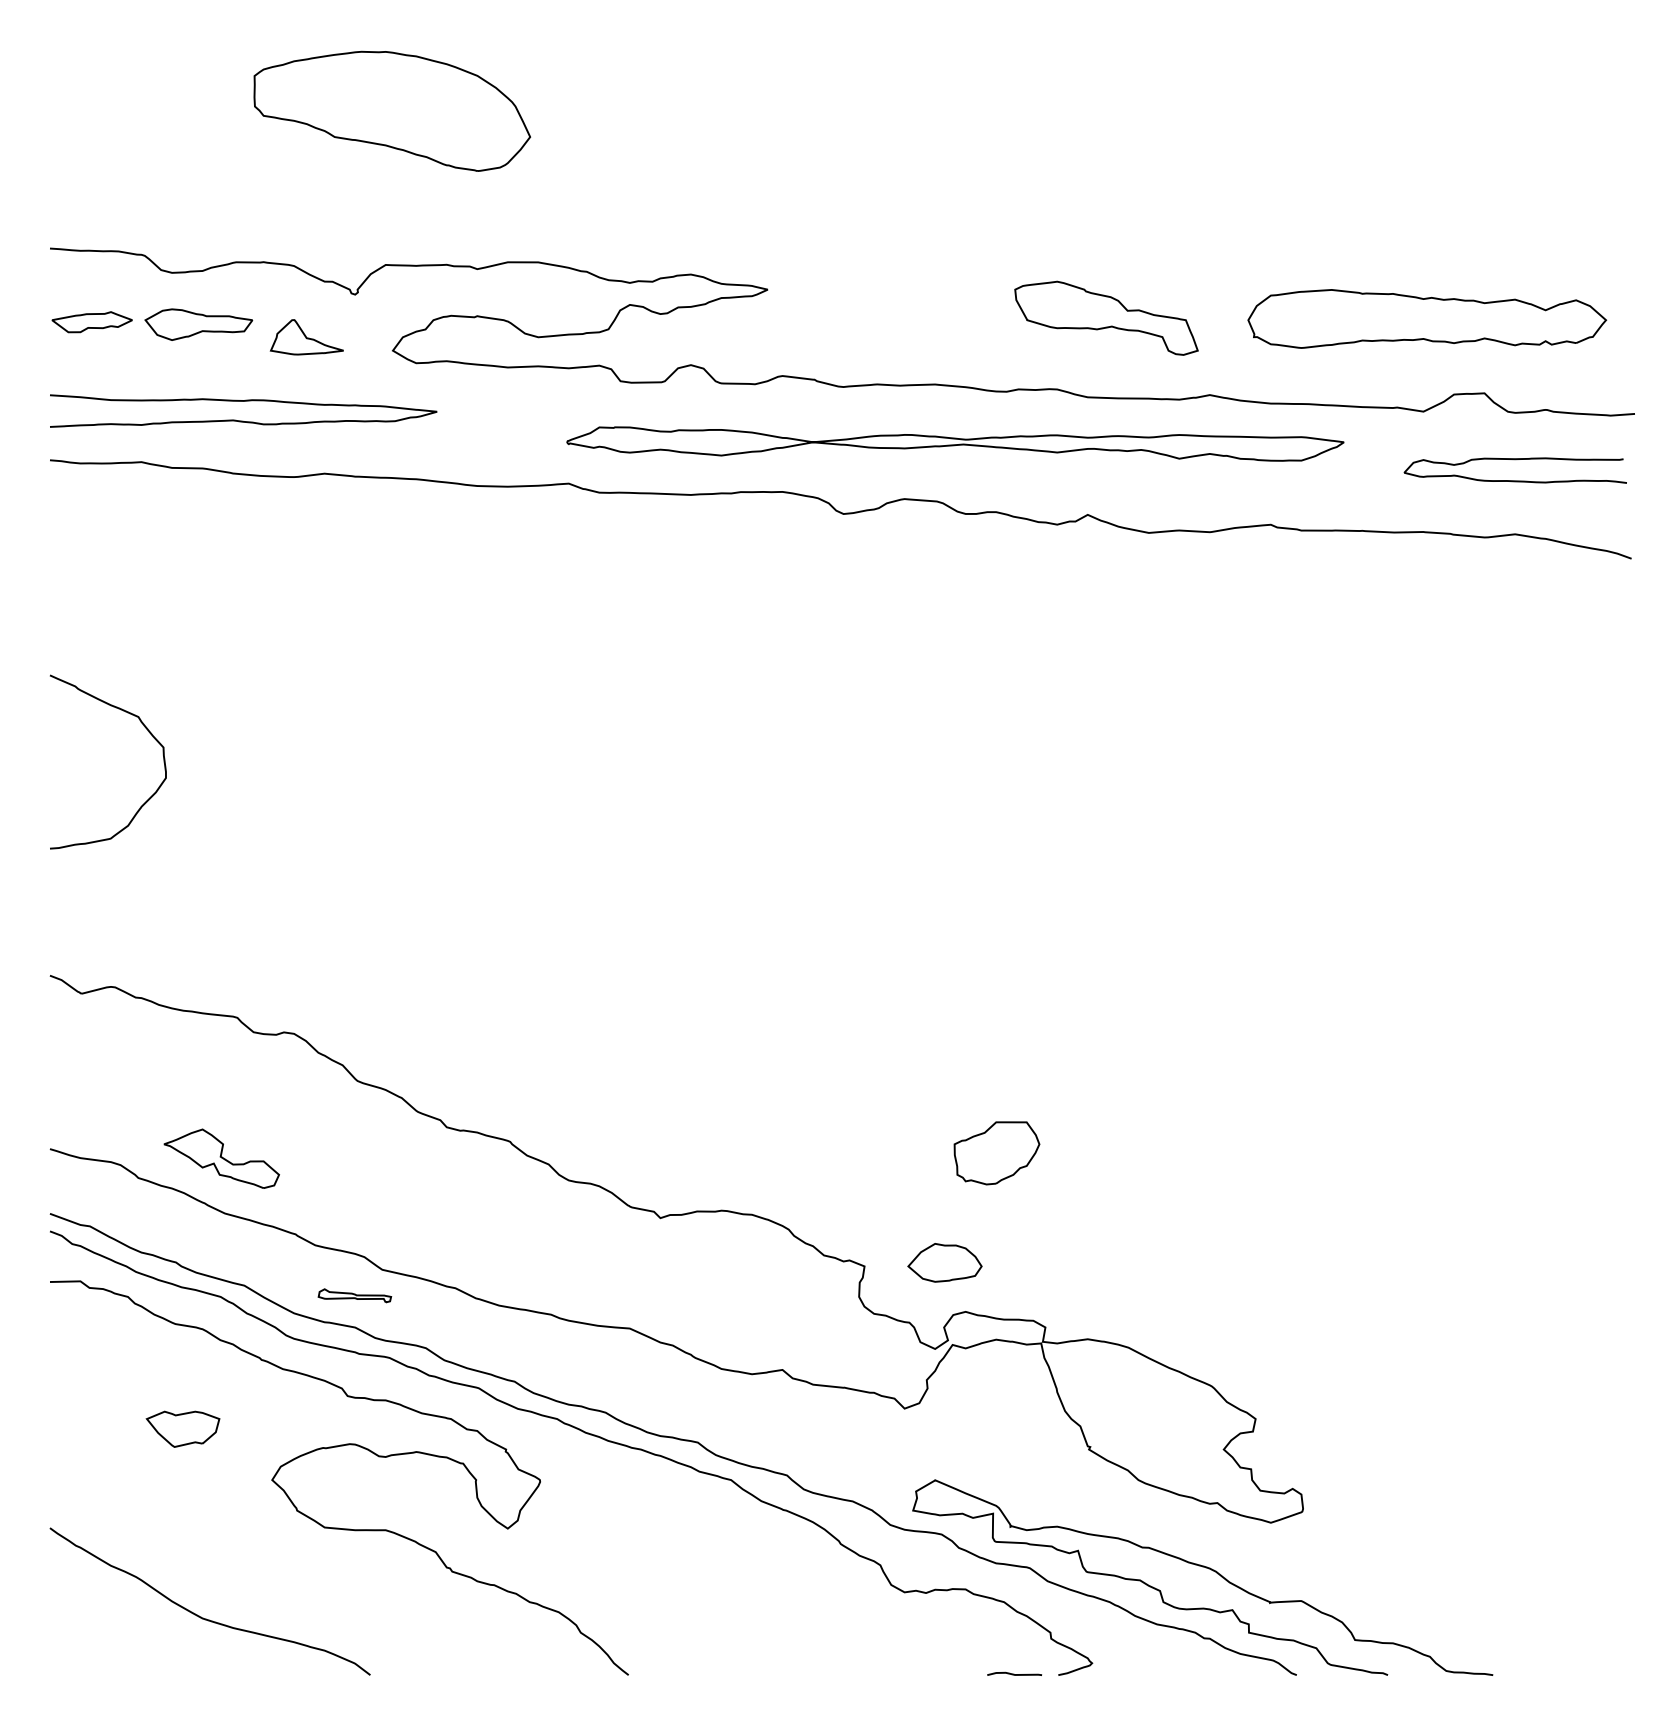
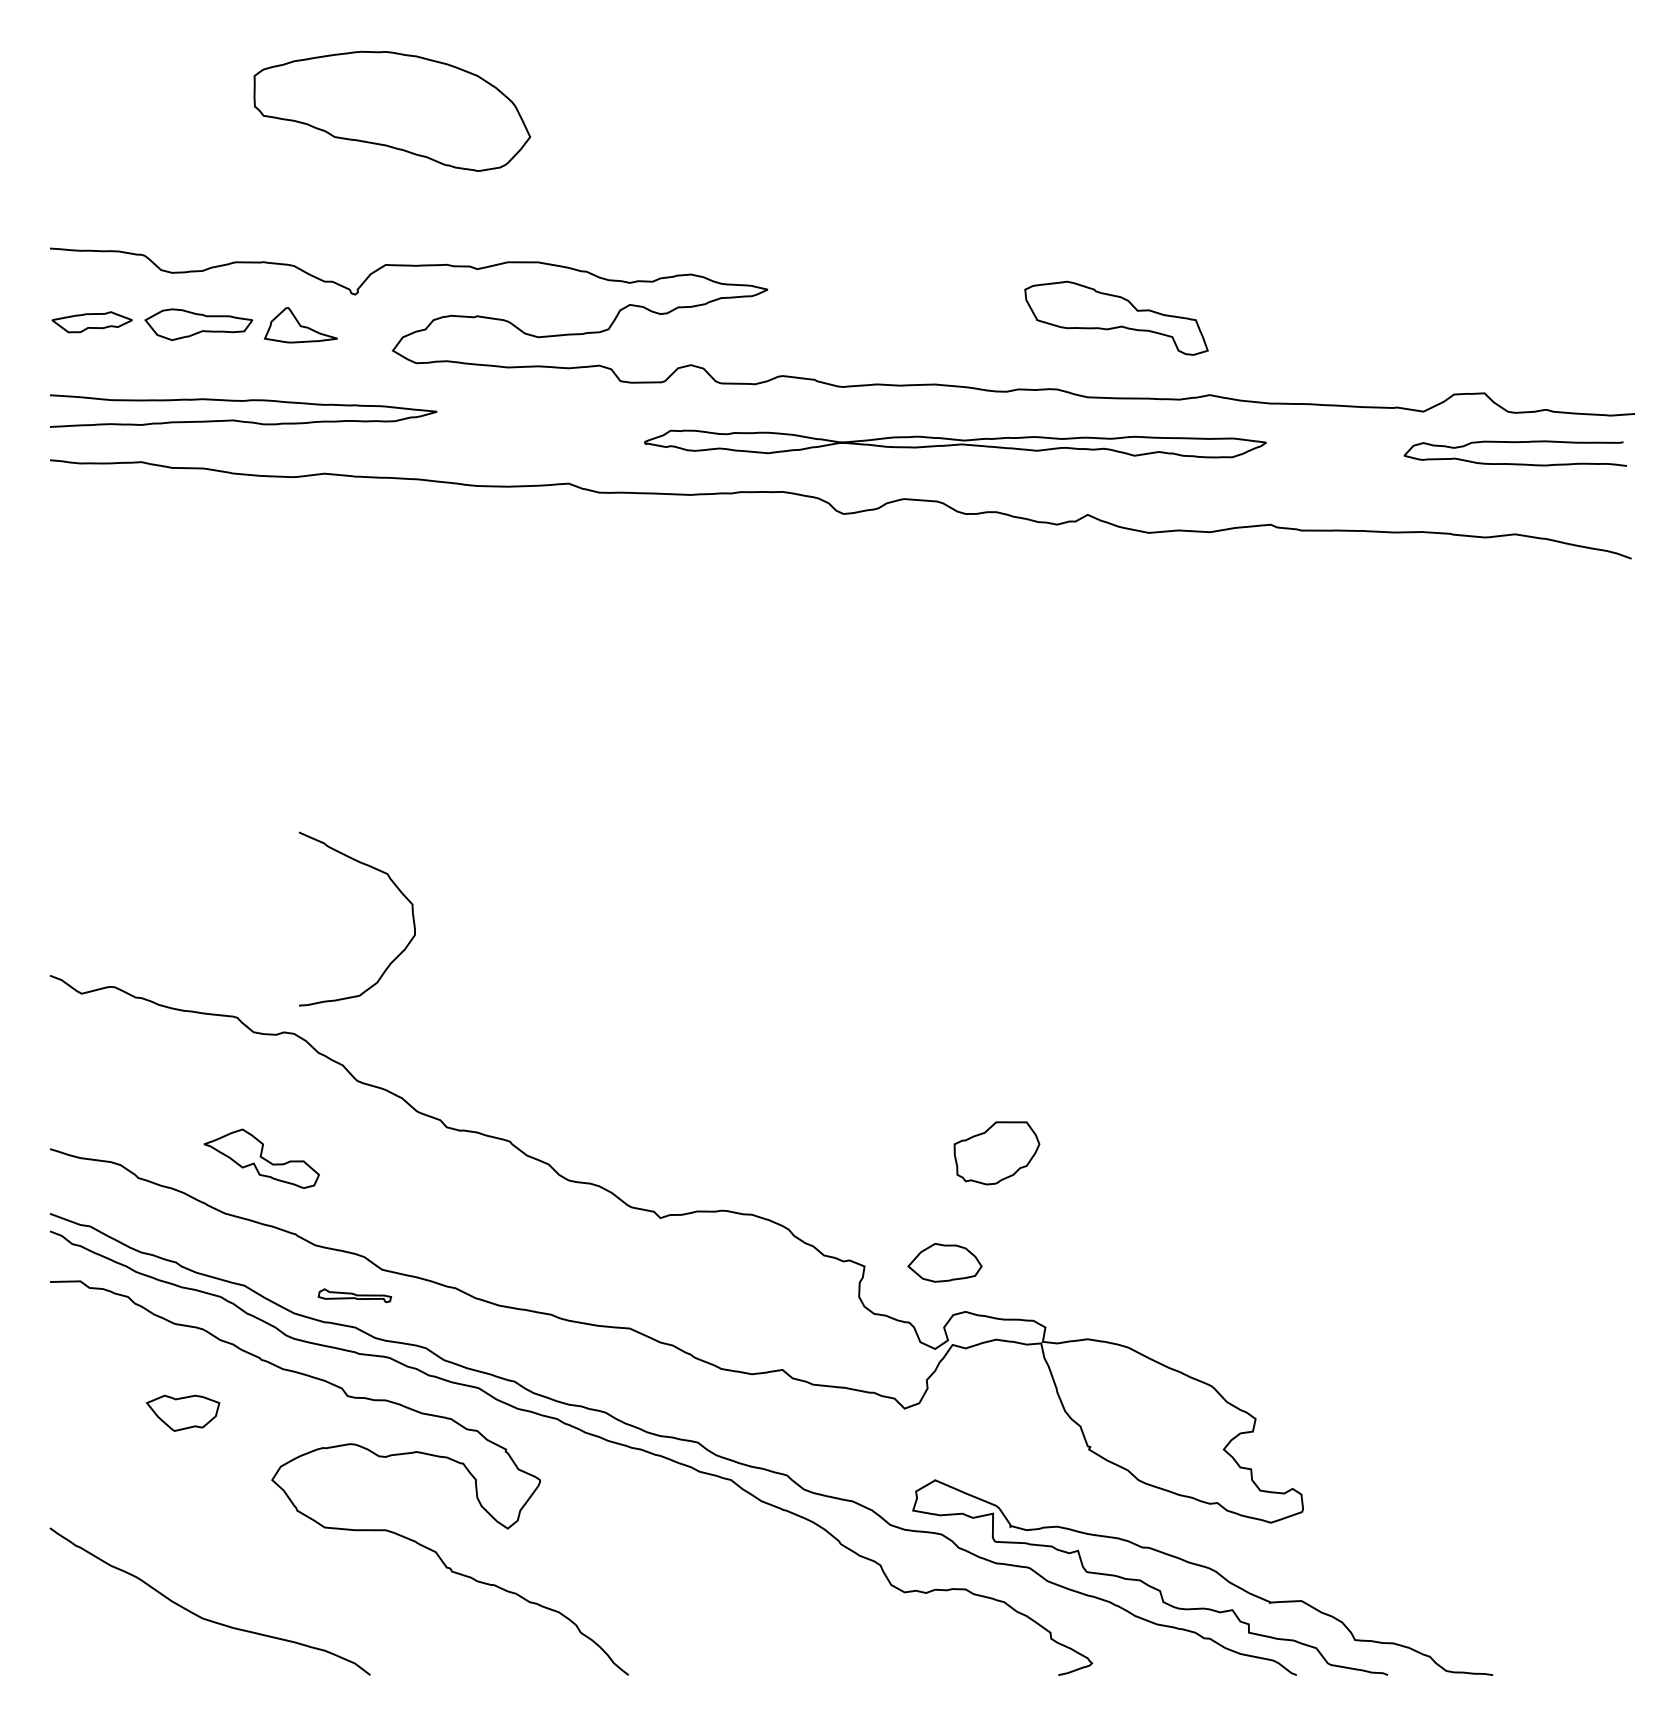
part at (1106, 317) position: (1106, 317) -> (1116, 317)
part at (1427, 318): present -> none
part at (306, 337) position: (306, 337) -> (300, 325)
part at (955, 443) size: 779x36 px -> 623x30 px
curve at (1514, 460) position: (1514, 460) -> (1514, 443)
curve at (148, 732) position: (148, 732) -> (397, 889)
part at (221, 1158) position: (221, 1158) -> (261, 1158)
part at (182, 1428) position: (182, 1428) -> (182, 1412)
curve at (1014, 1673): present -> none
